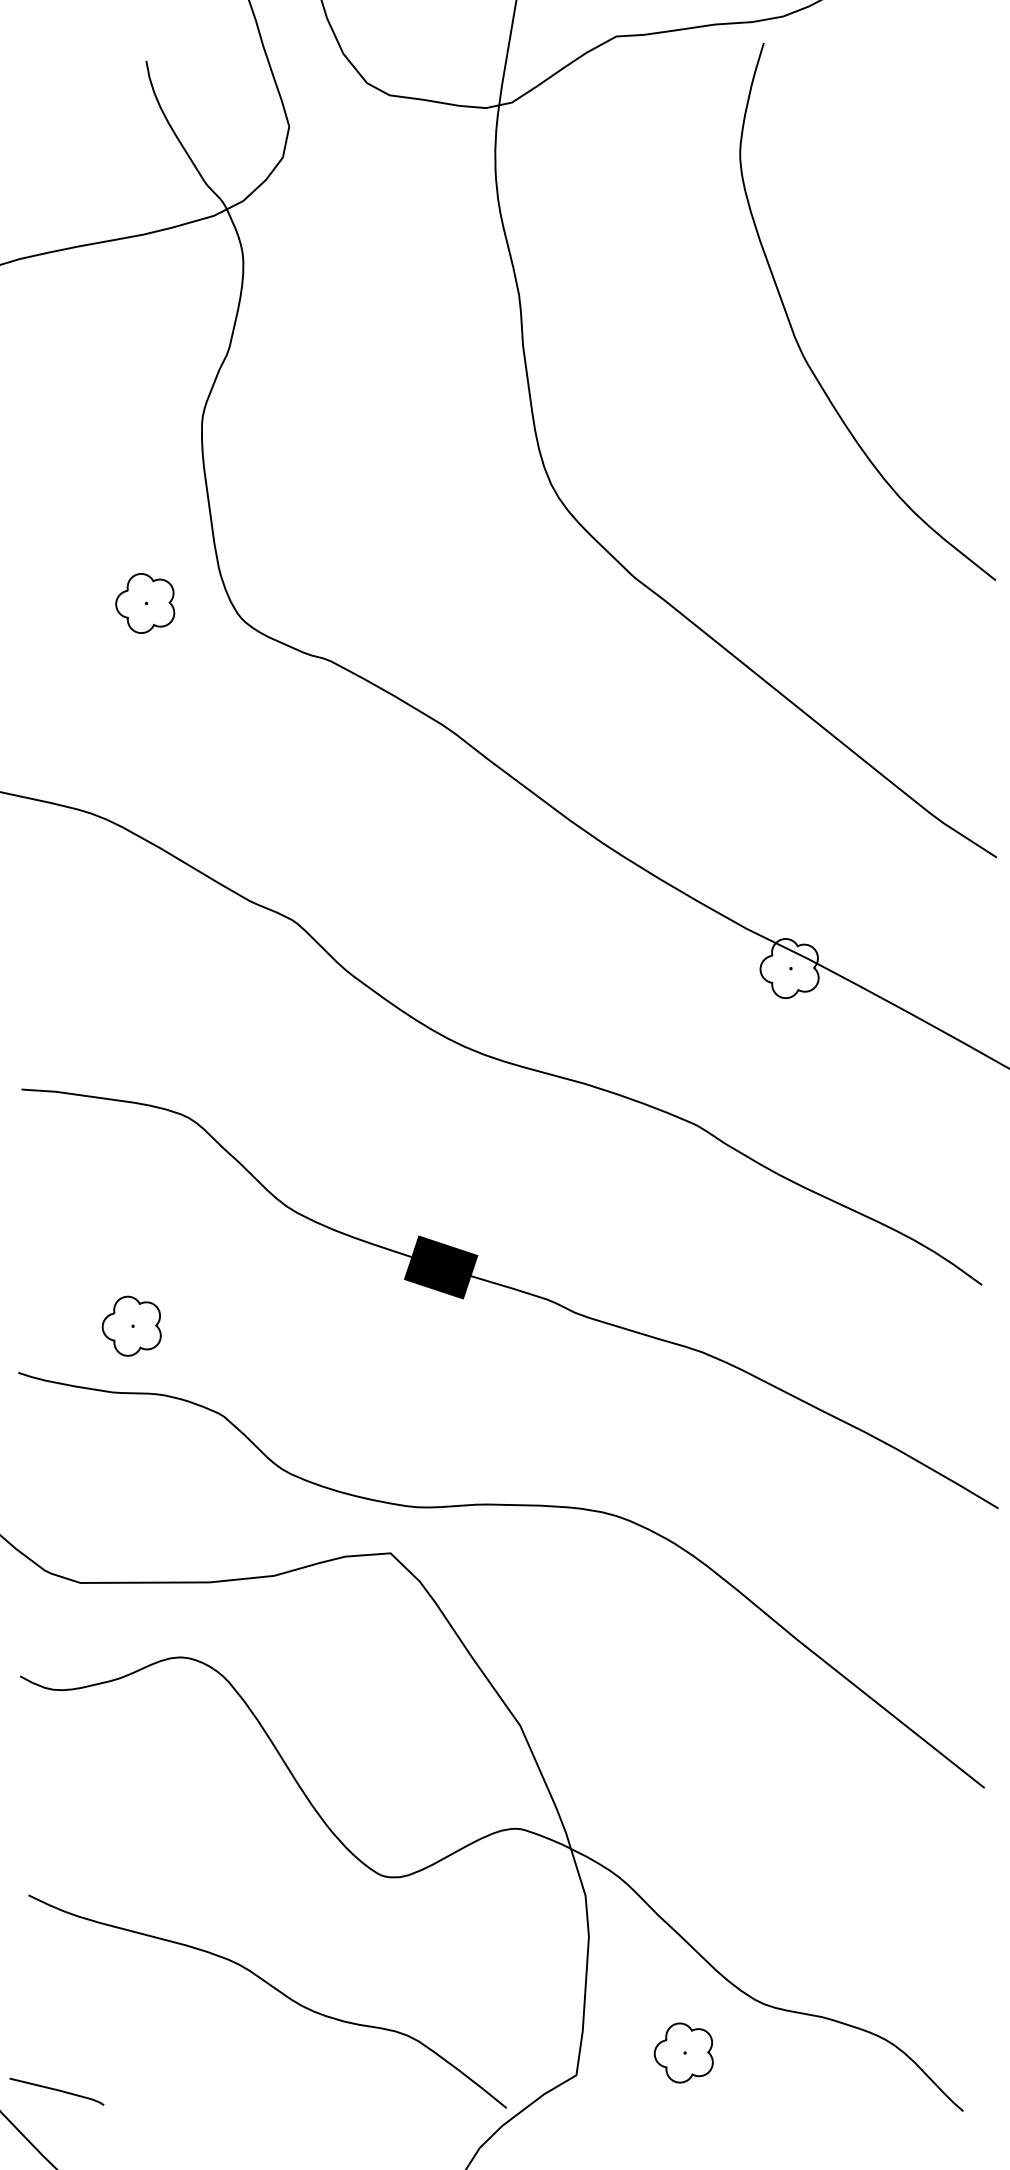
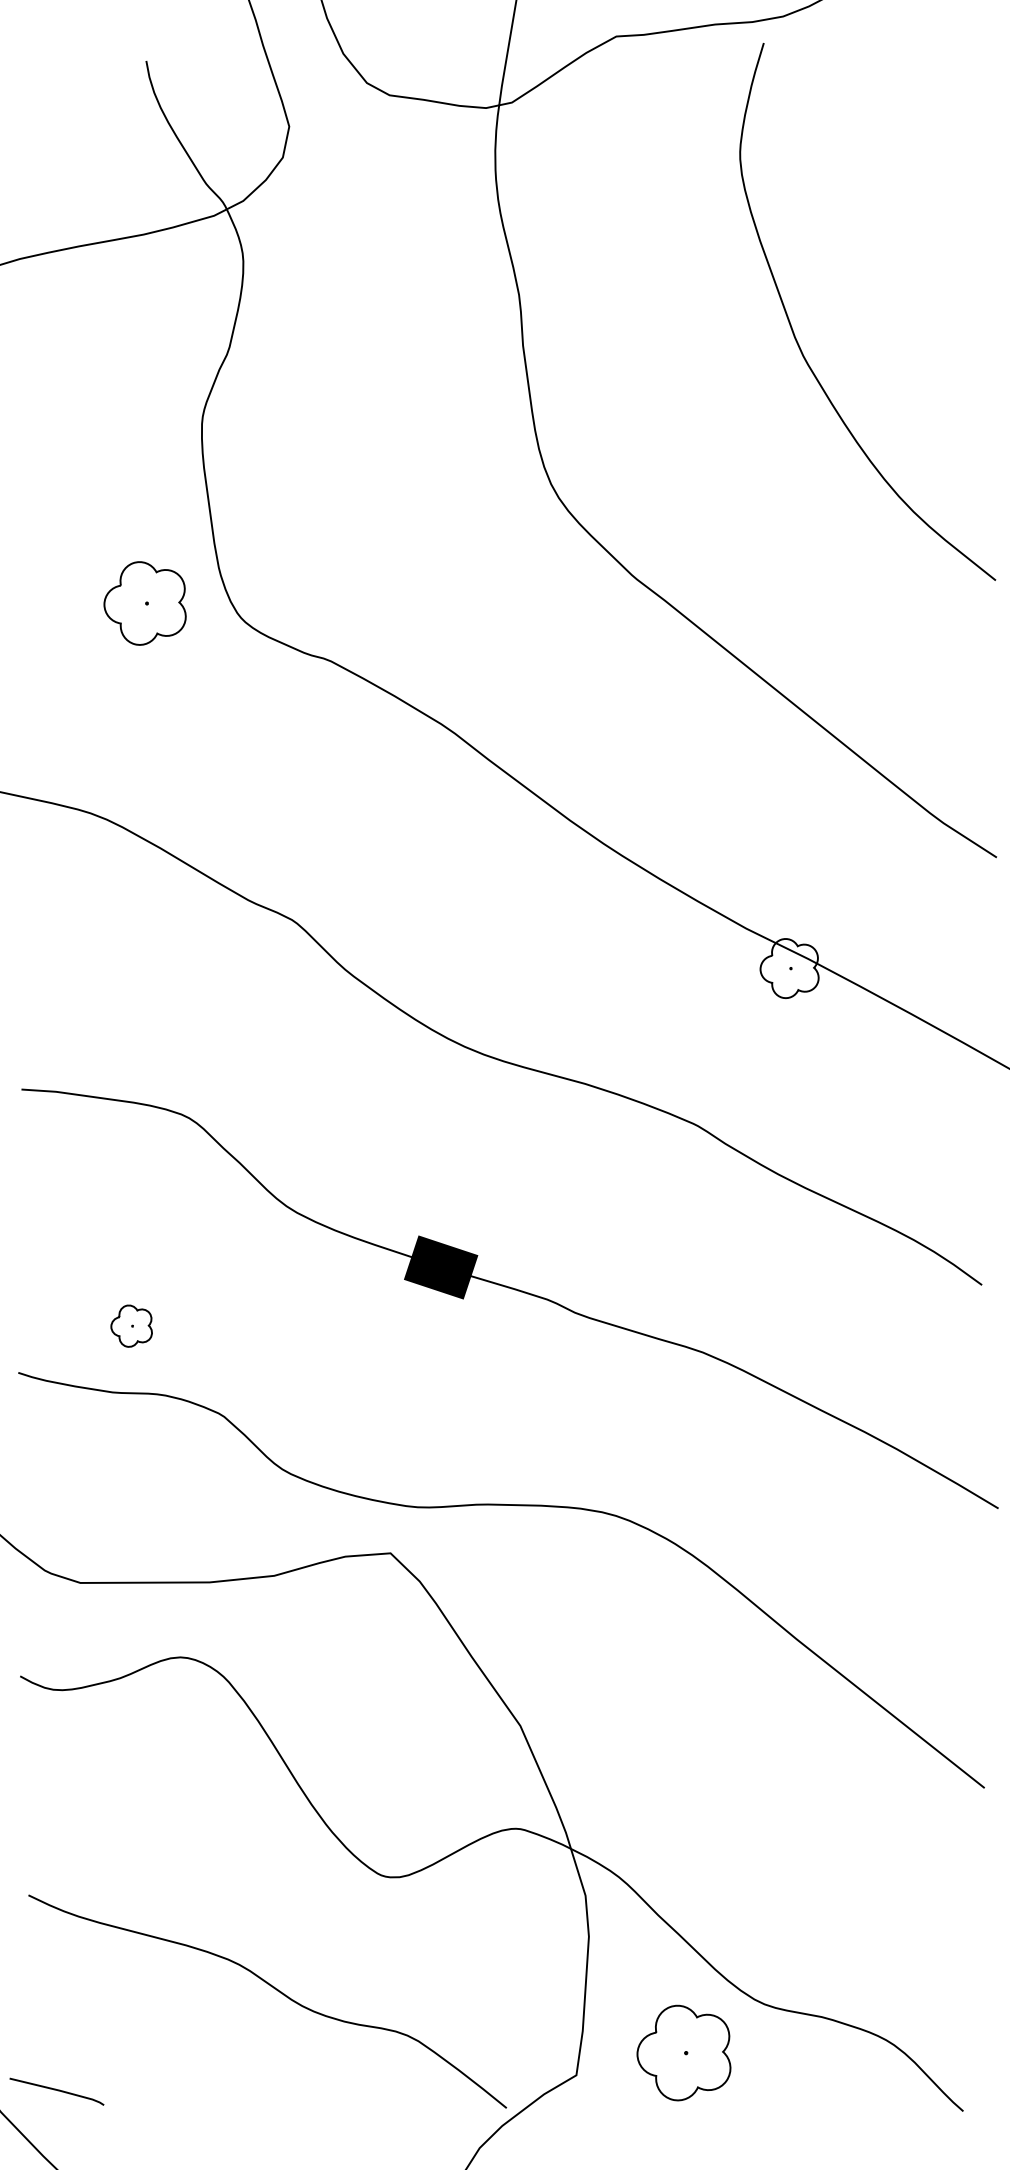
part at (145, 603) size: 61x61 px -> 84x85 px
part at (131, 1325) size: 61x62 px -> 43x44 px
part at (683, 2052) size: 61x62 px -> 96x98 px
